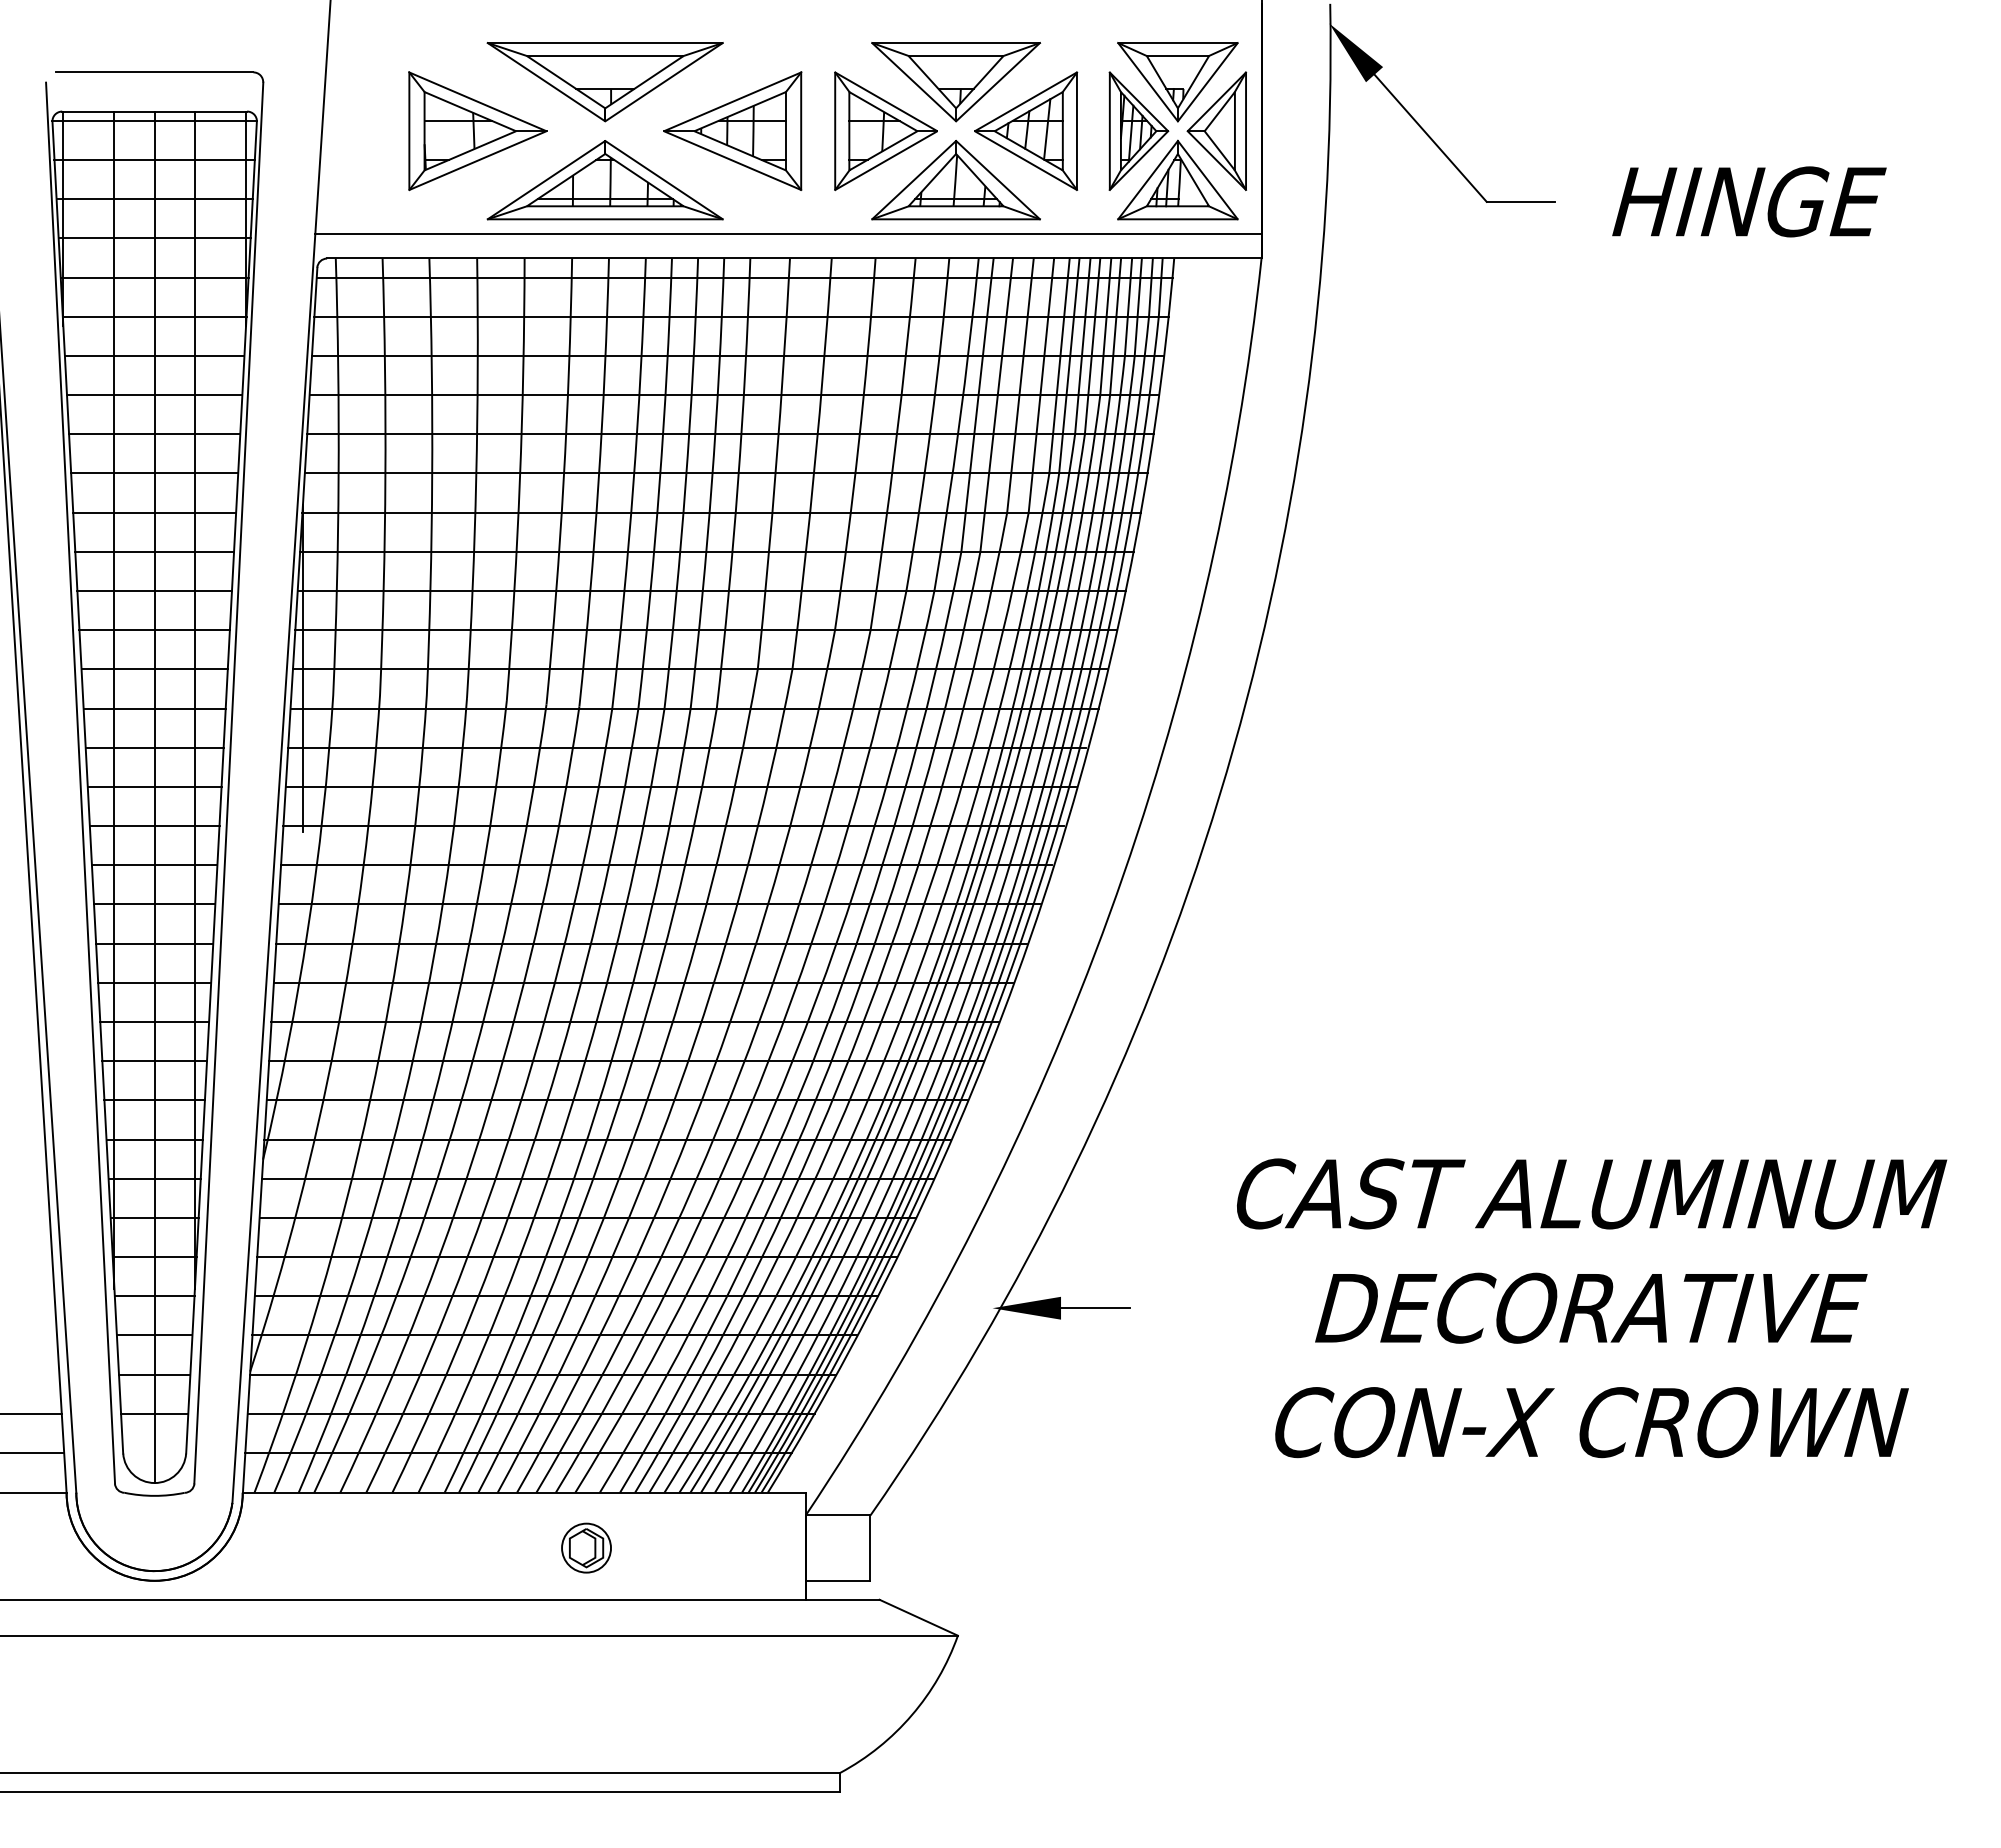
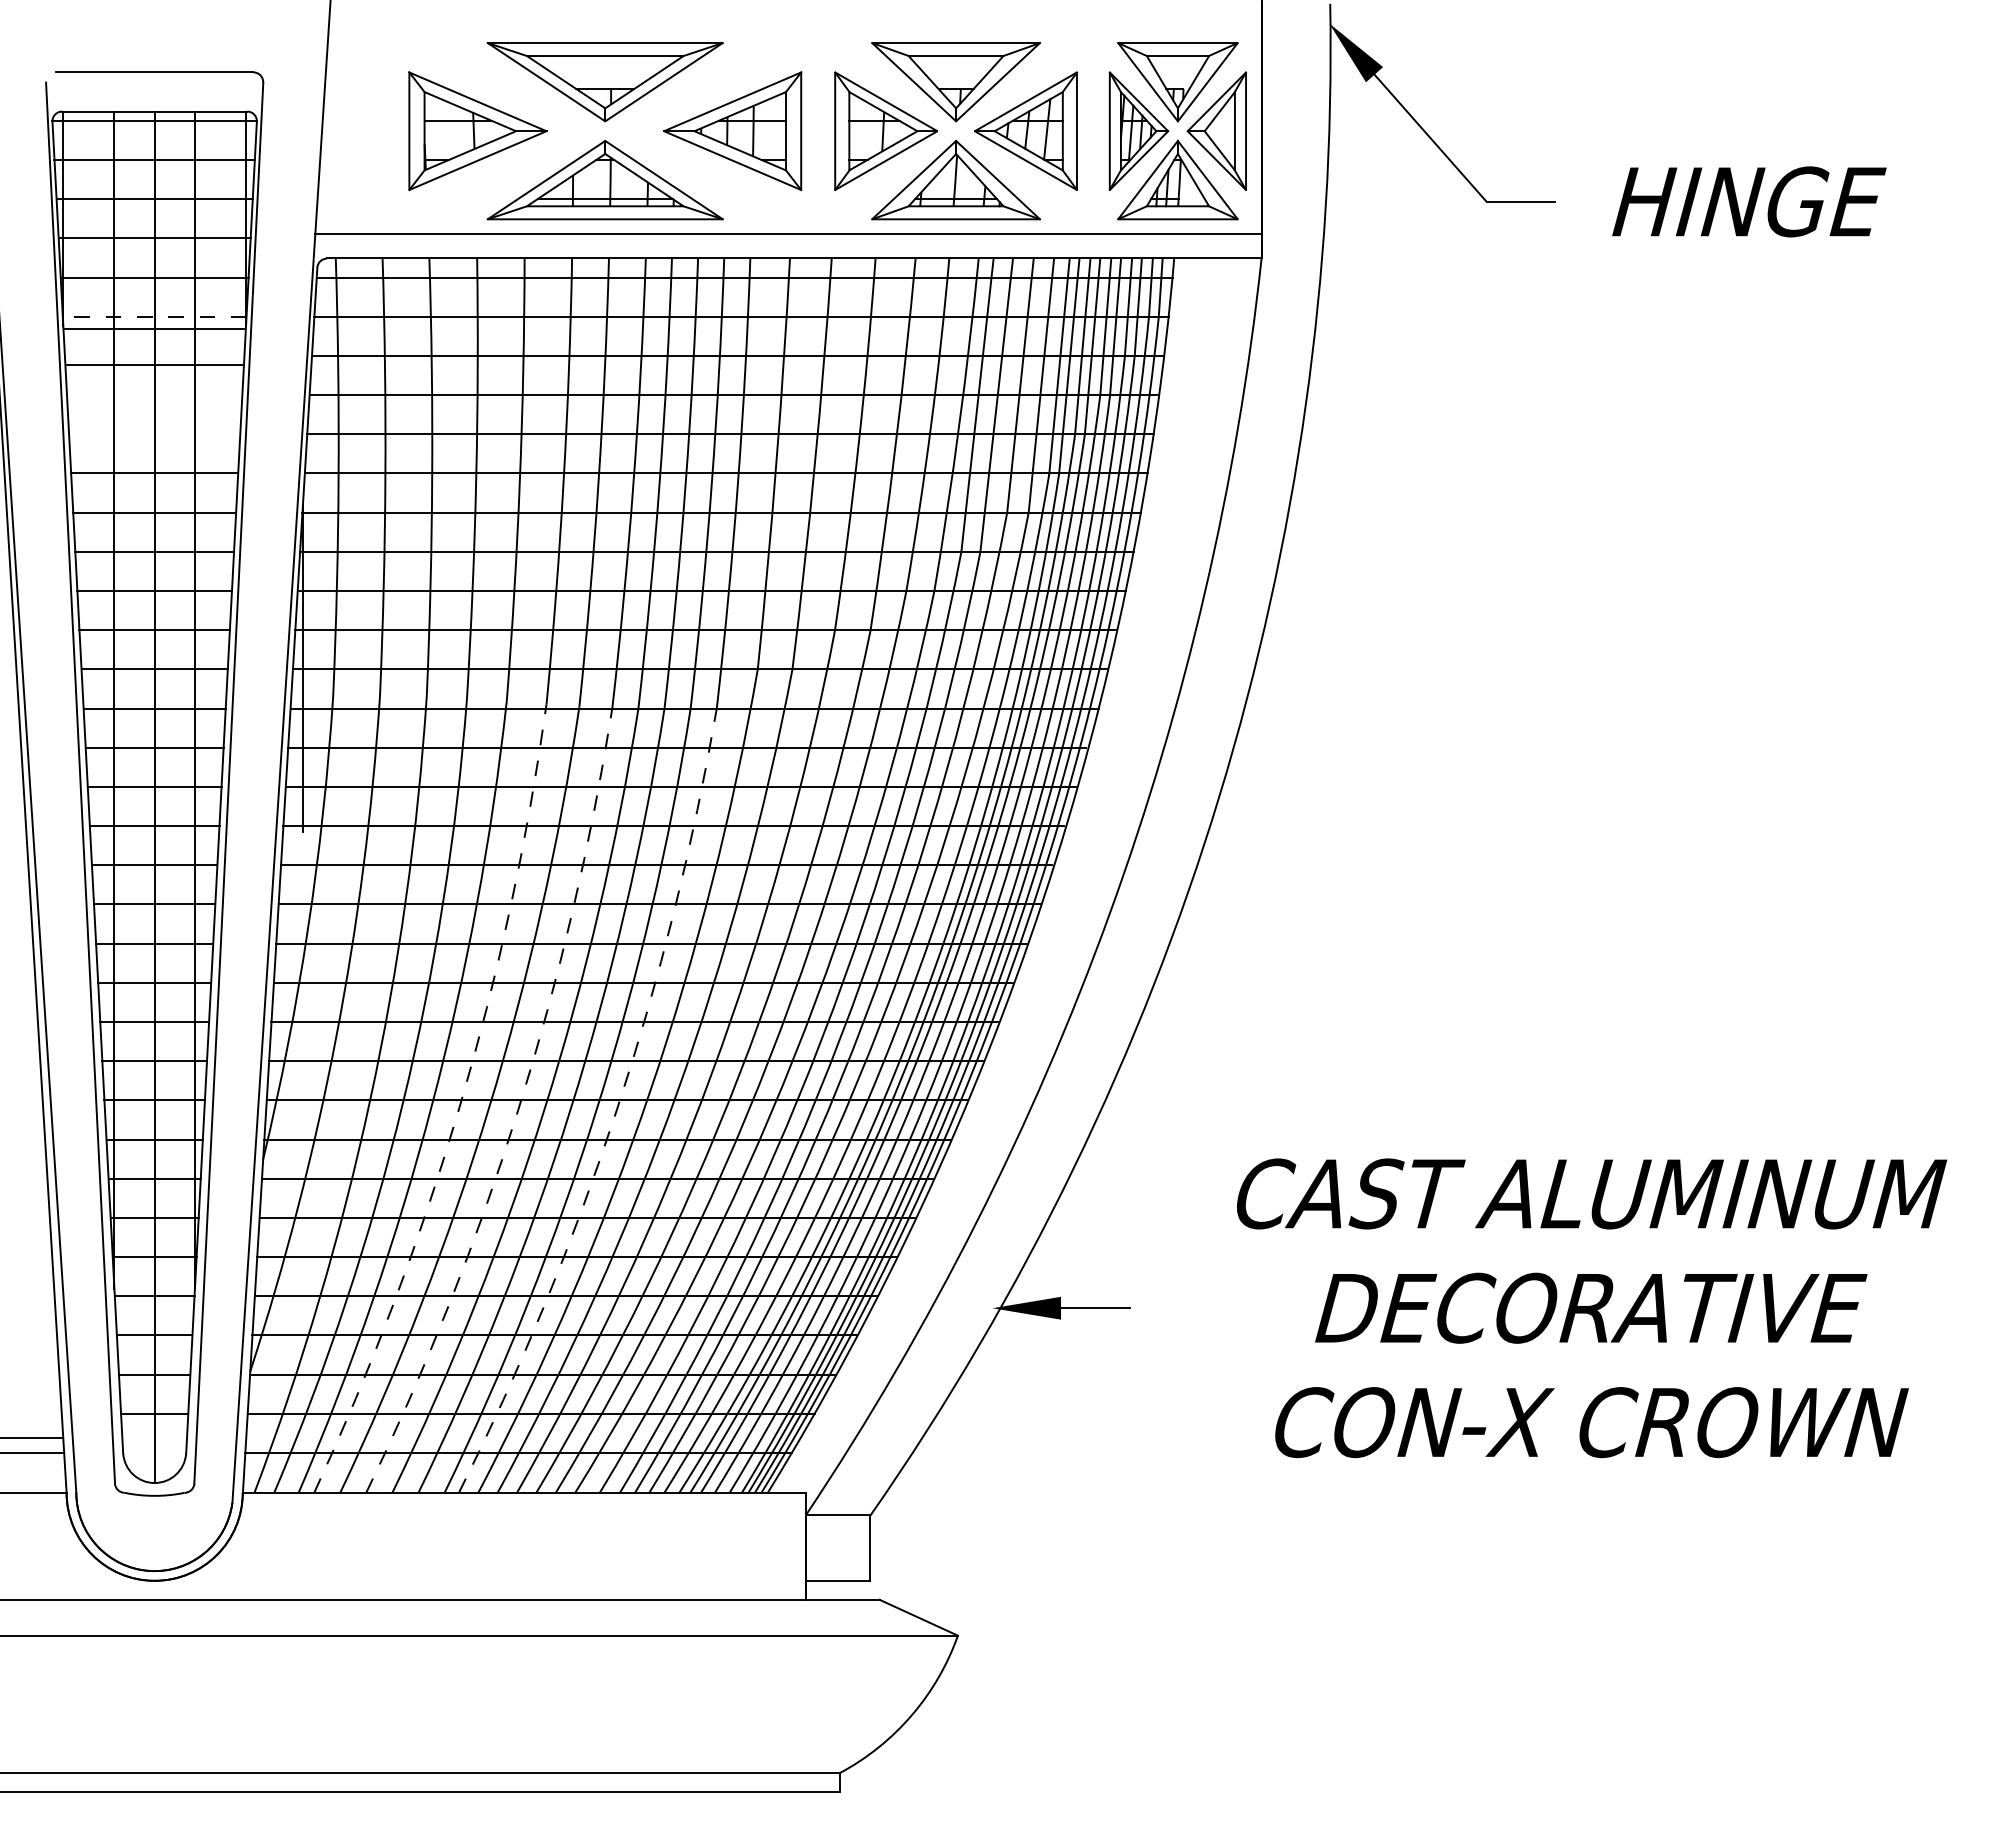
line at (154, 316): solid -> dashed
line at (154, 355) position: (154, 355) -> (154, 328)
line at (154, 395) position: (154, 395) -> (154, 365)
line at (154, 434): present -> none
arc at (459, 1107): solid -> dashed
arc at (518, 1109): solid -> dashed
arc at (616, 1110): solid -> dashed
line at (31, 1413) position: (31, 1413) -> (31, 1437)
part at (586, 1547): present -> none
